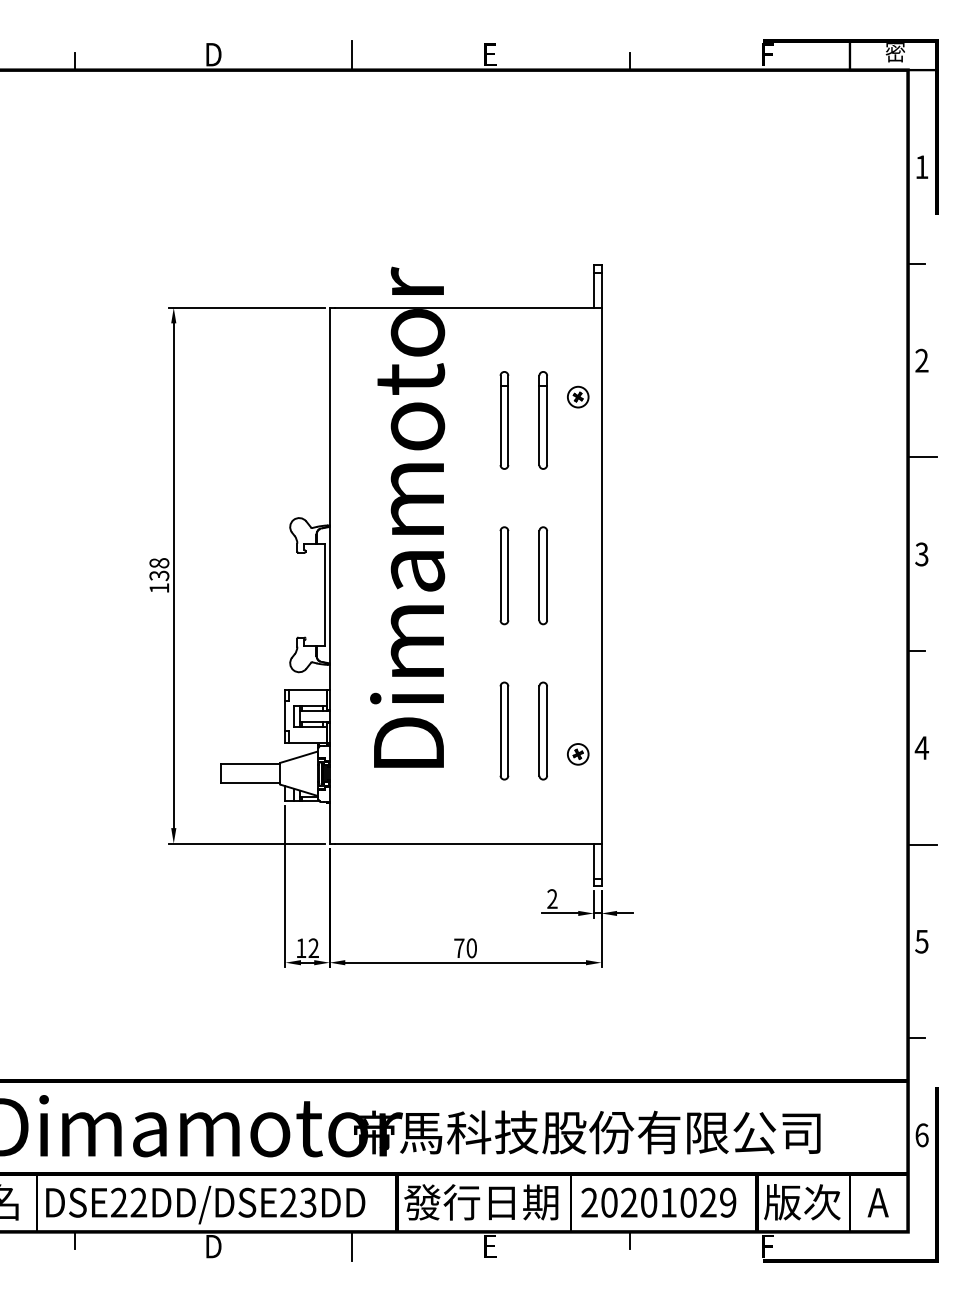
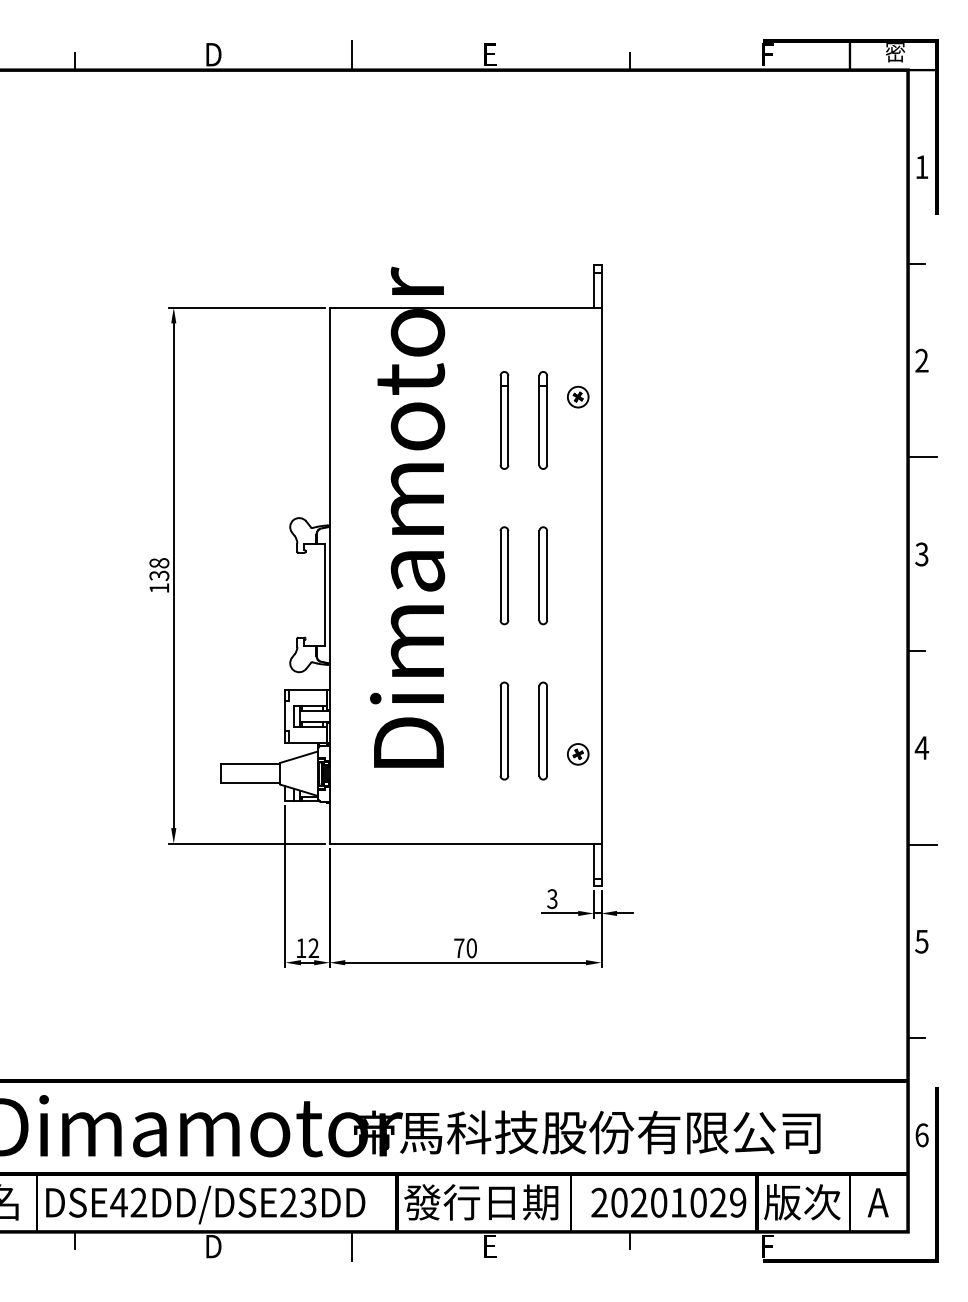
text at (552, 899): 2 -> 3
text at (118, 1202): DSE22DD/DSE23DD -> DSE42DD/DSE23DD
text at (658, 1202) position: (658, 1202) -> (668, 1202)
